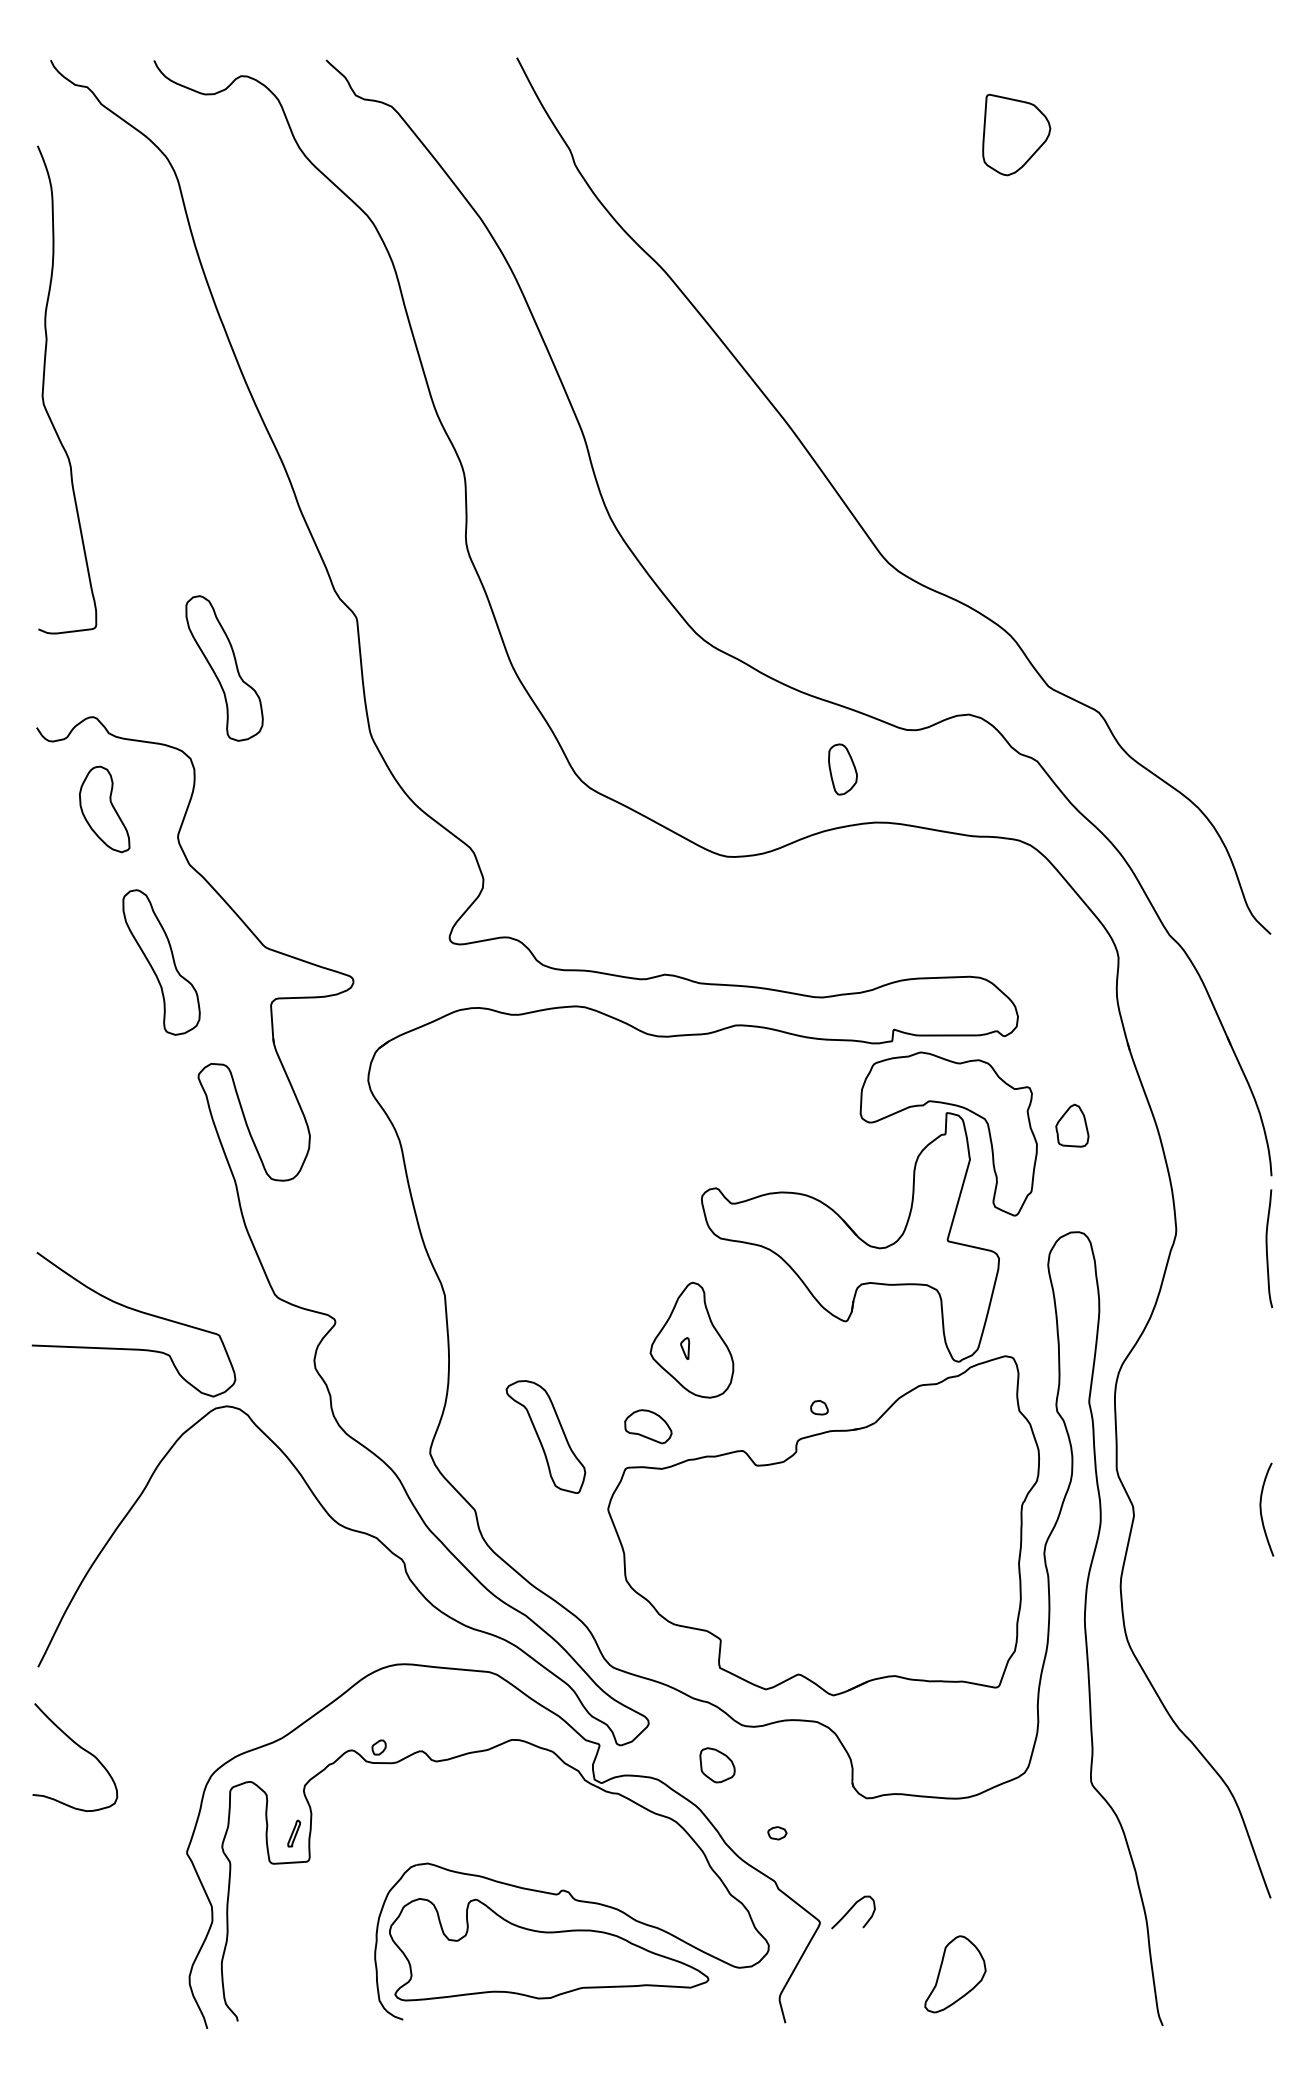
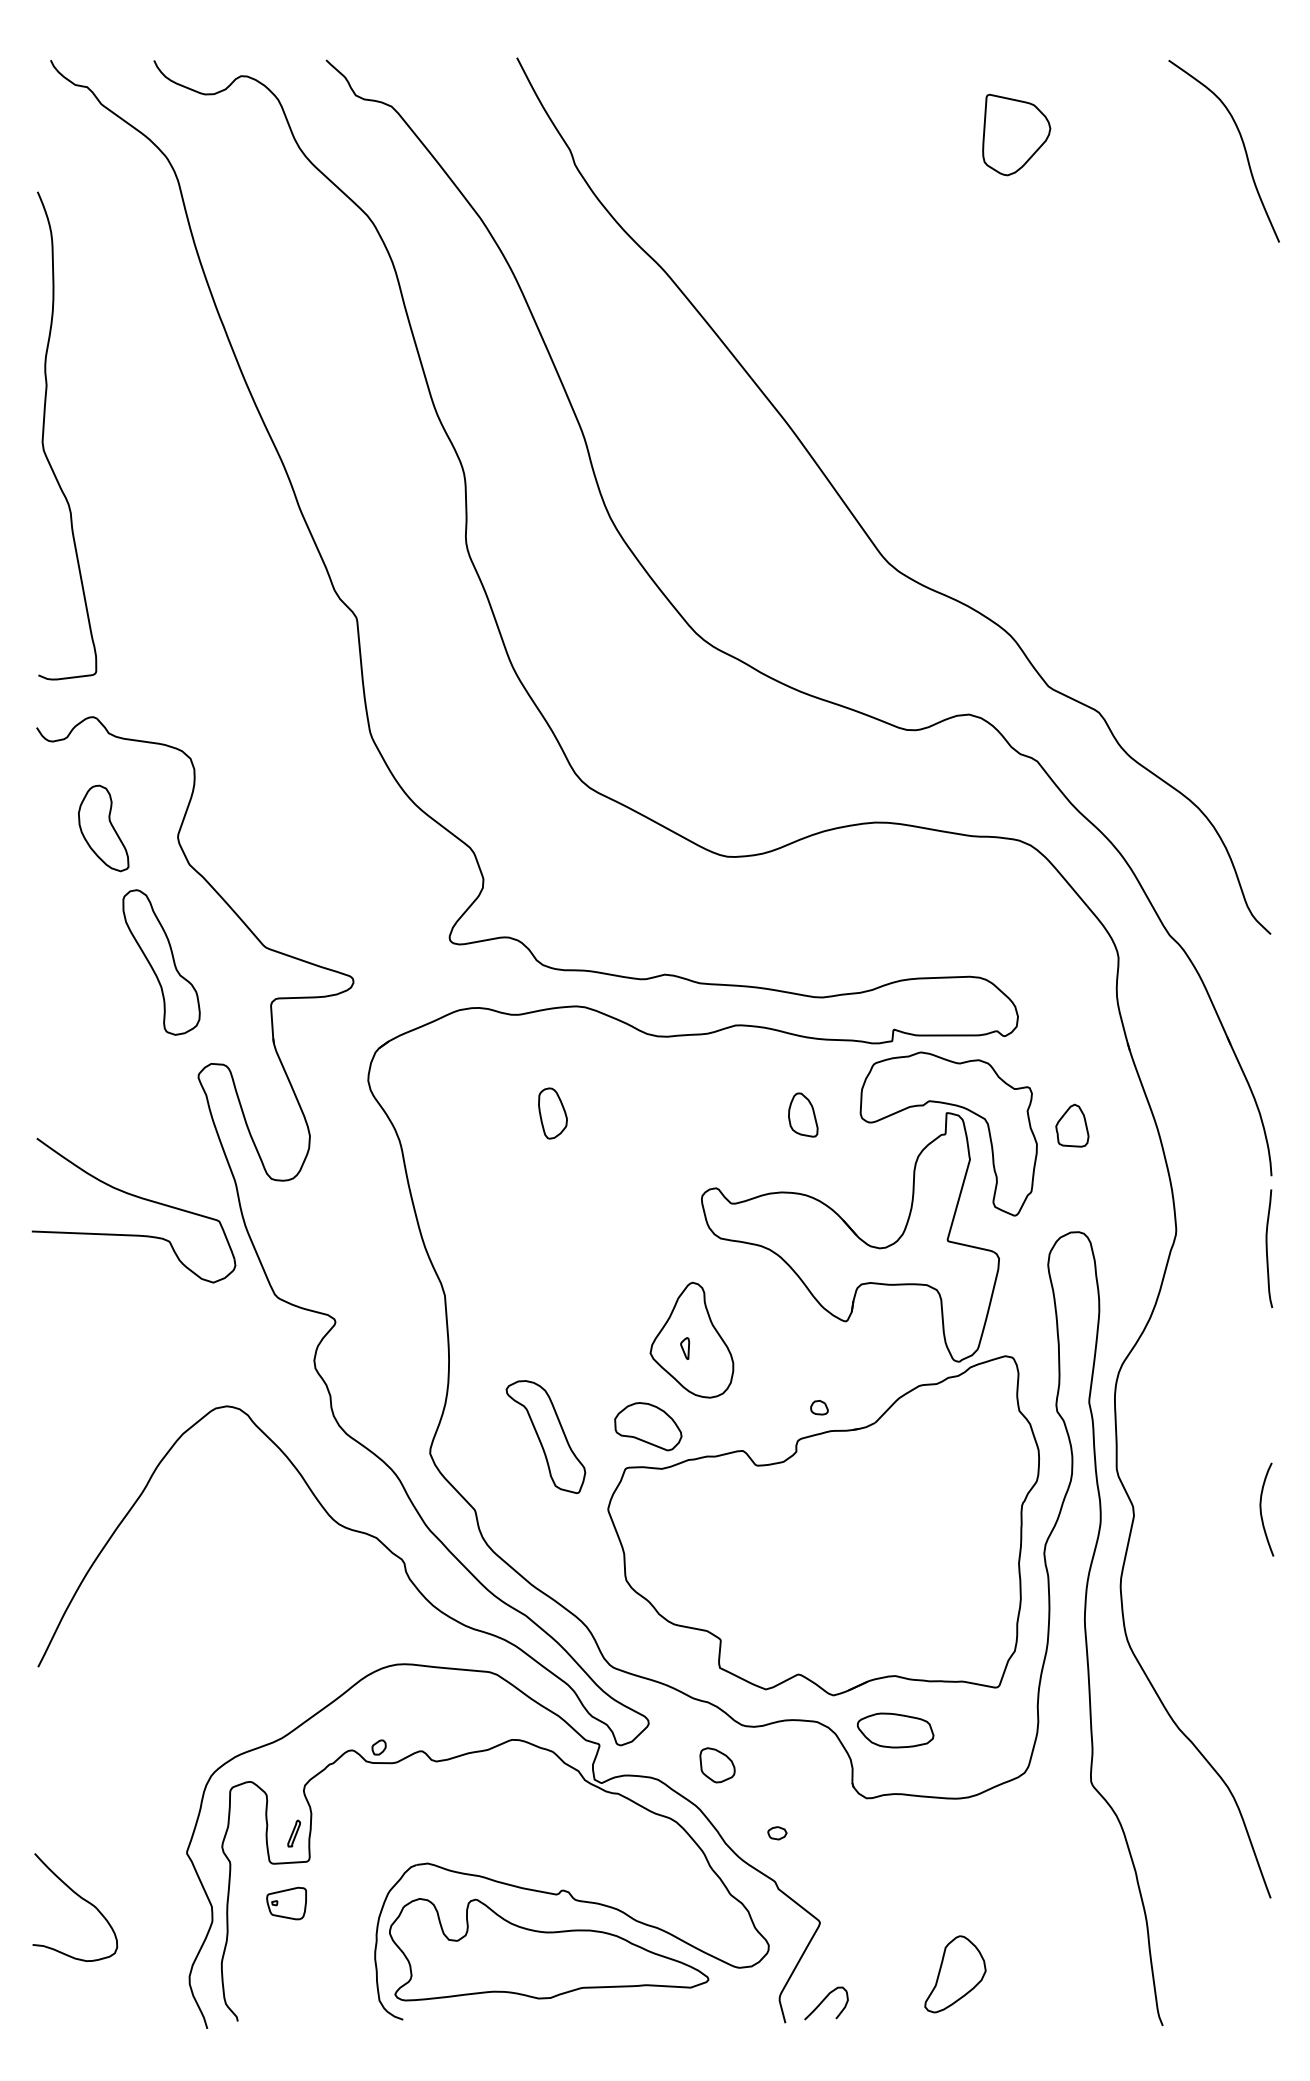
curve at (1242, 144): none -> present
curve at (44, 386) position: (44, 386) -> (44, 432)
part at (224, 668): present -> none
part at (842, 769) position: (842, 769) -> (552, 1113)
part at (104, 809) position: (104, 809) -> (103, 828)
part at (803, 1114): none -> present
part at (136, 1311) position: (136, 1311) -> (136, 1197)
part at (648, 1426) size: 49x36 px -> 69x50 px
part at (895, 1730): none -> present
curve at (80, 1748) position: (80, 1748) -> (80, 1898)
part at (286, 1903): none -> present
curve at (851, 1909) position: (851, 1909) -> (824, 2000)
